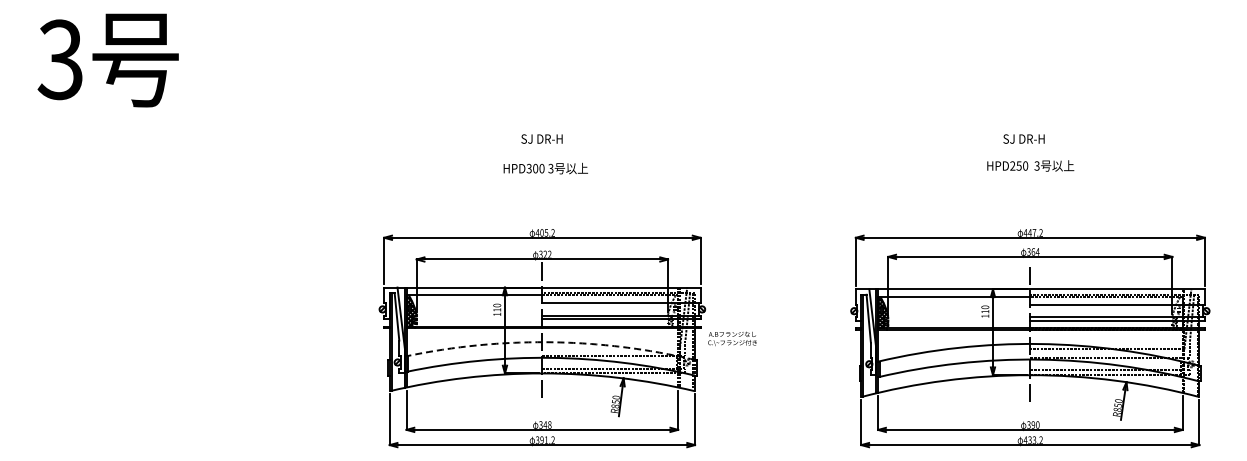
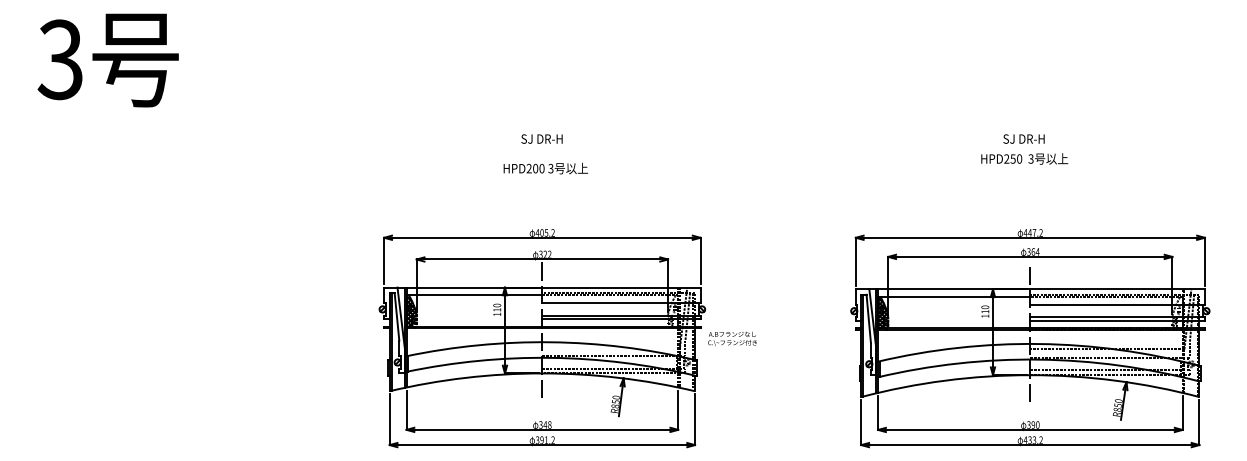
text at (1030, 165) position: (1030, 165) -> (1024, 158)
text at (528, 169): HPD300 -> HPD200
arc at (551, 342): dashed -> solid
